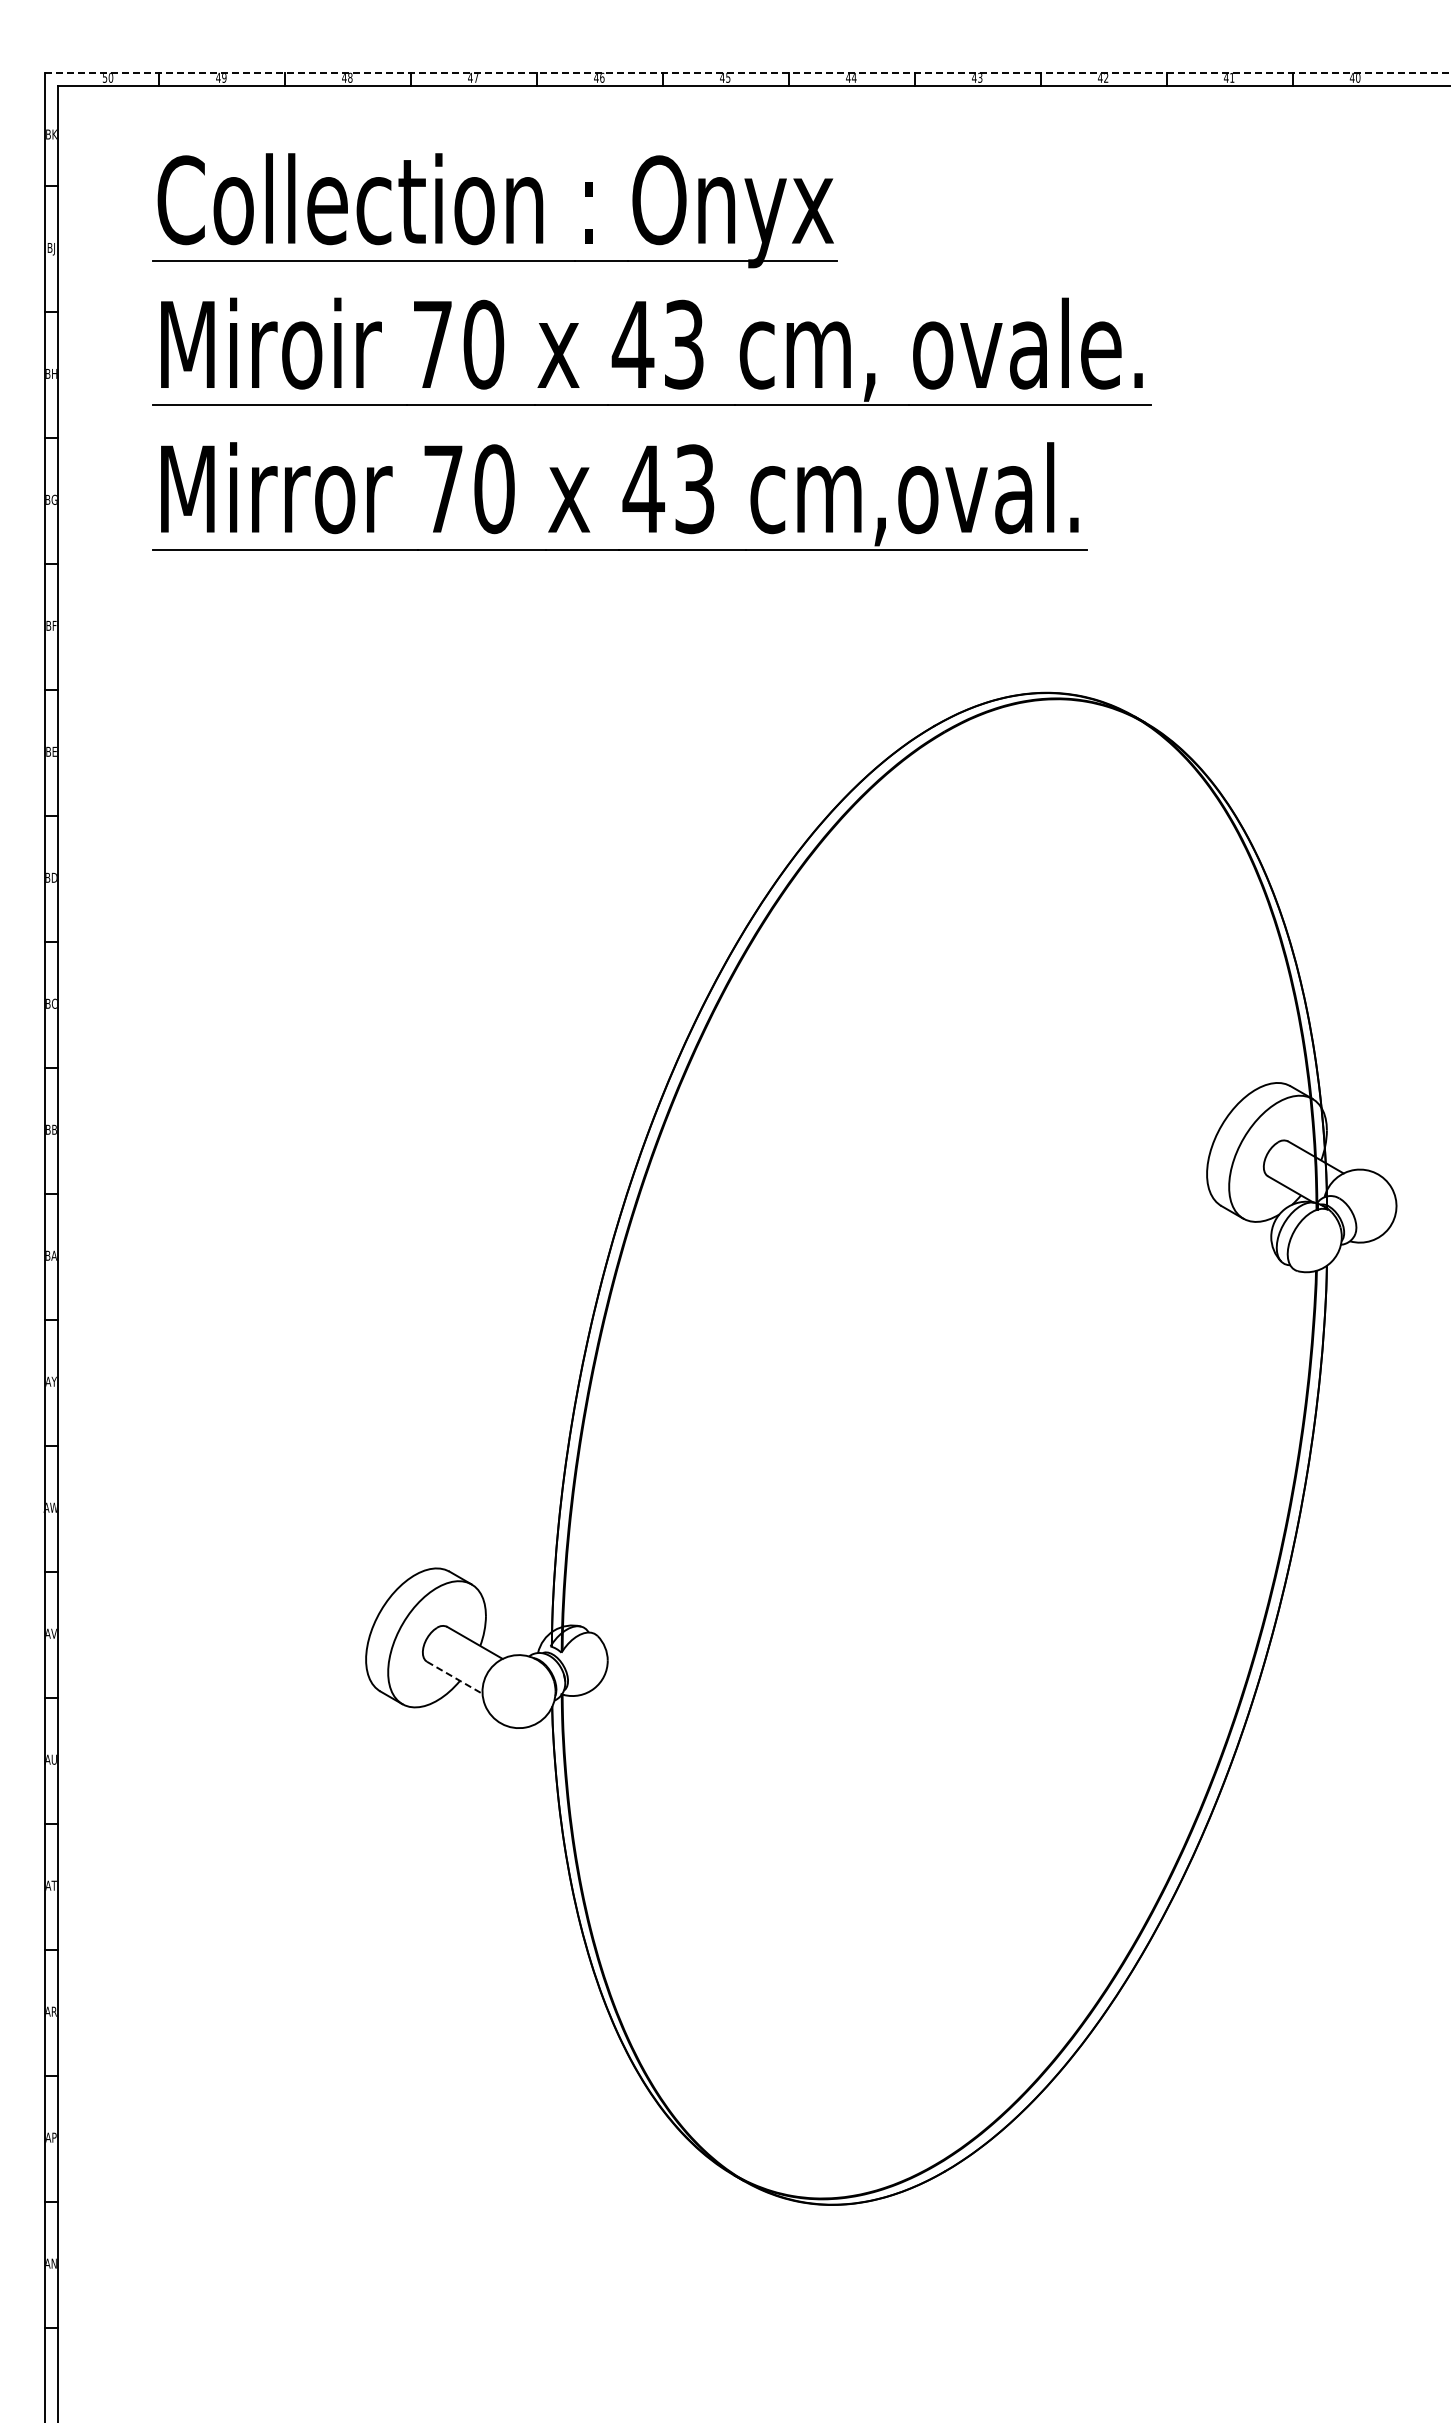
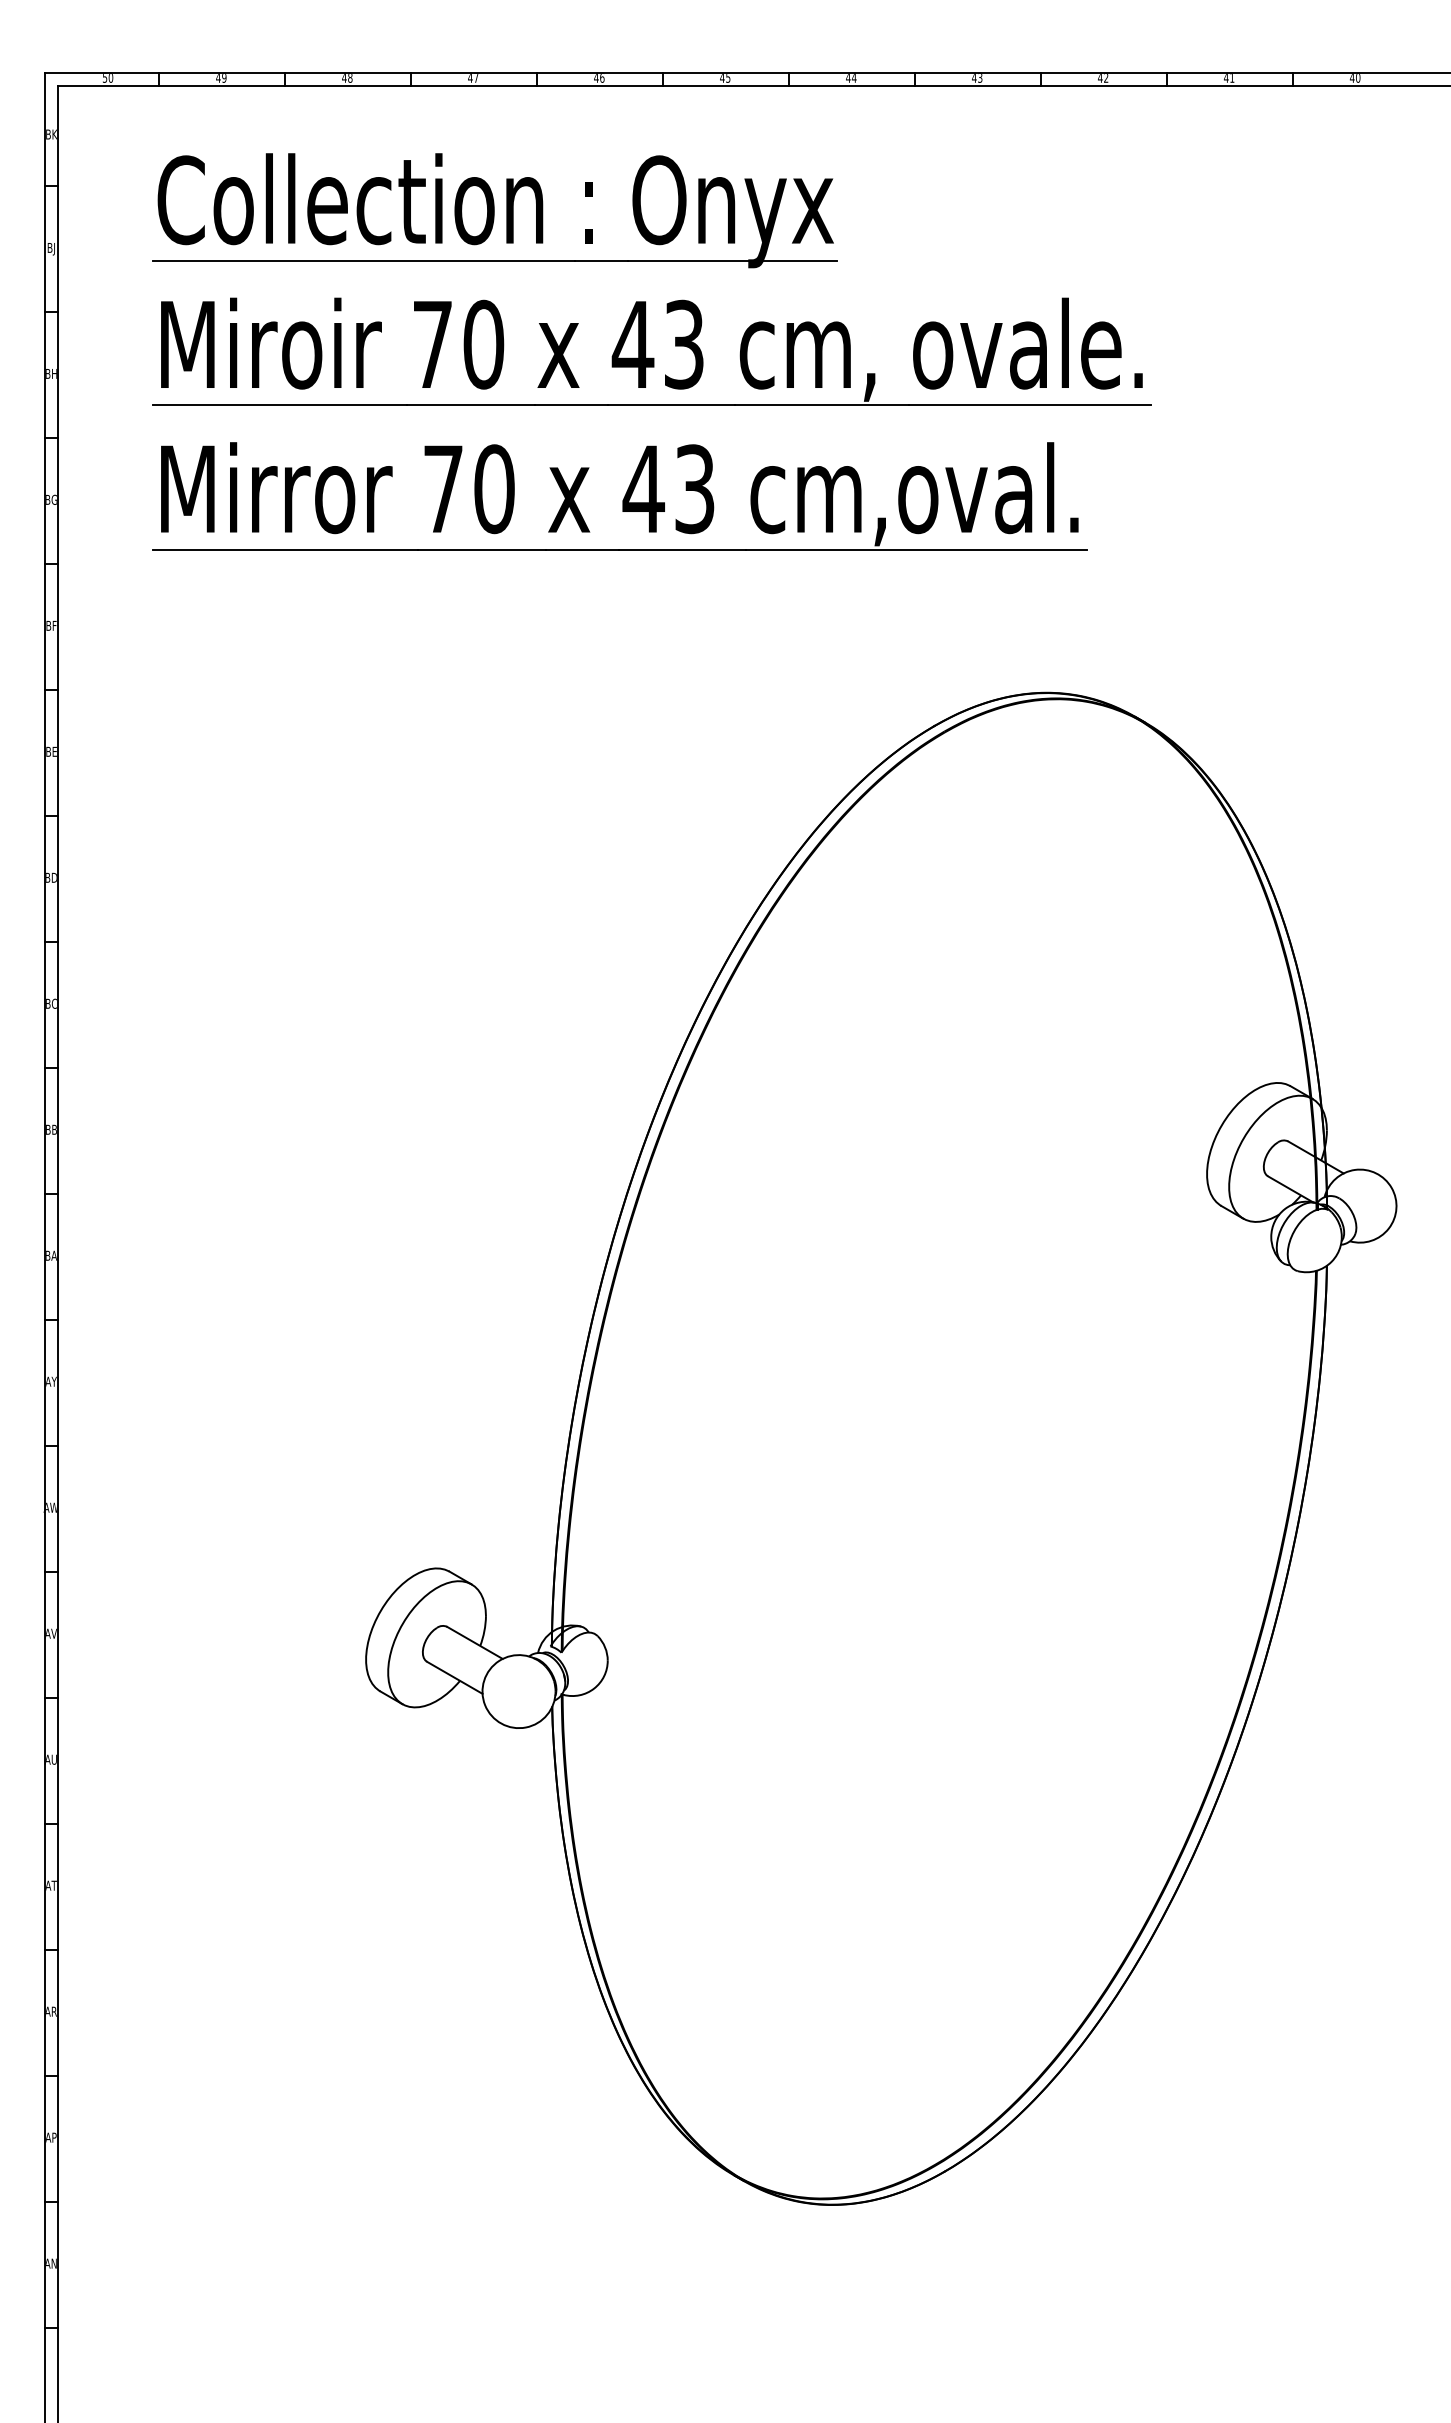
line at (748, 73): dashed -> solid
line at (455, 1678): dashed -> solid
